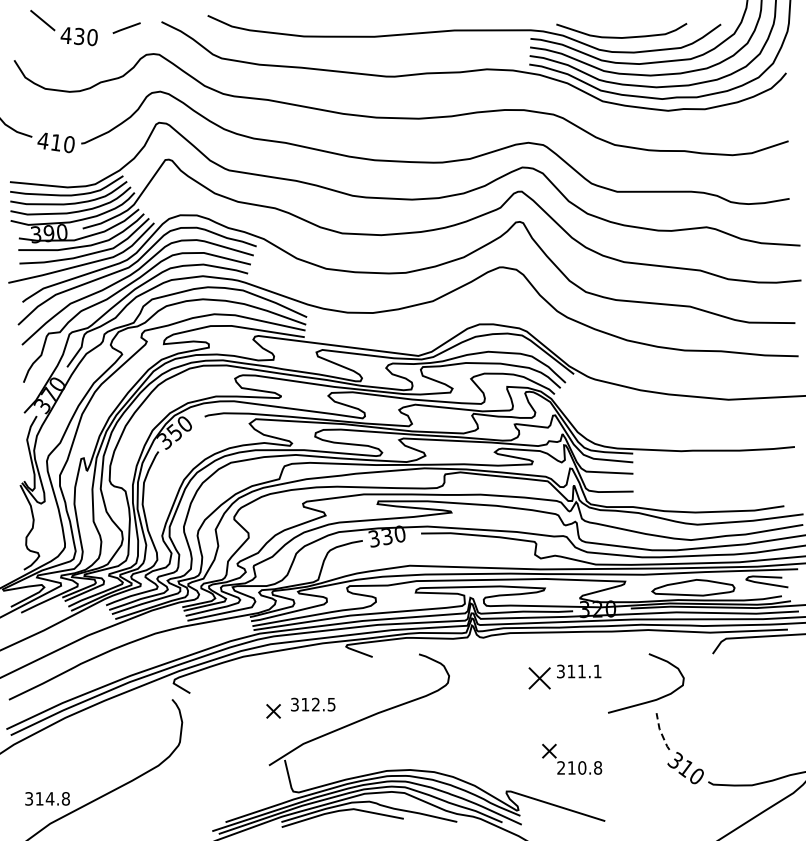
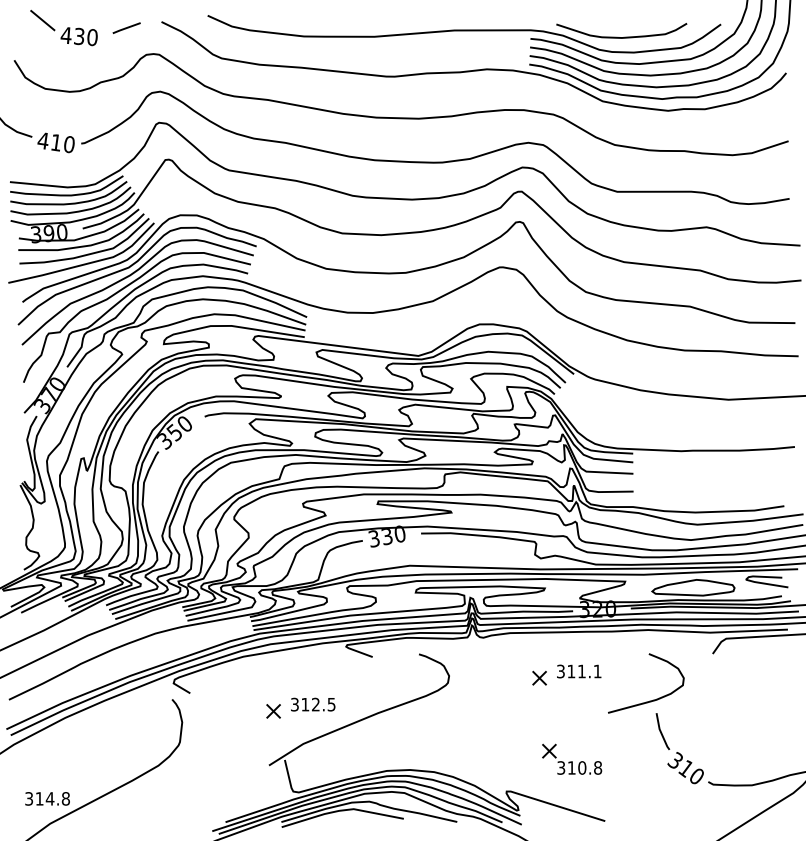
part at (539, 678) size: 23x23 px -> 15x16 px
line at (660, 731): dashed -> solid
text at (561, 767): 210.8 -> 310.8
